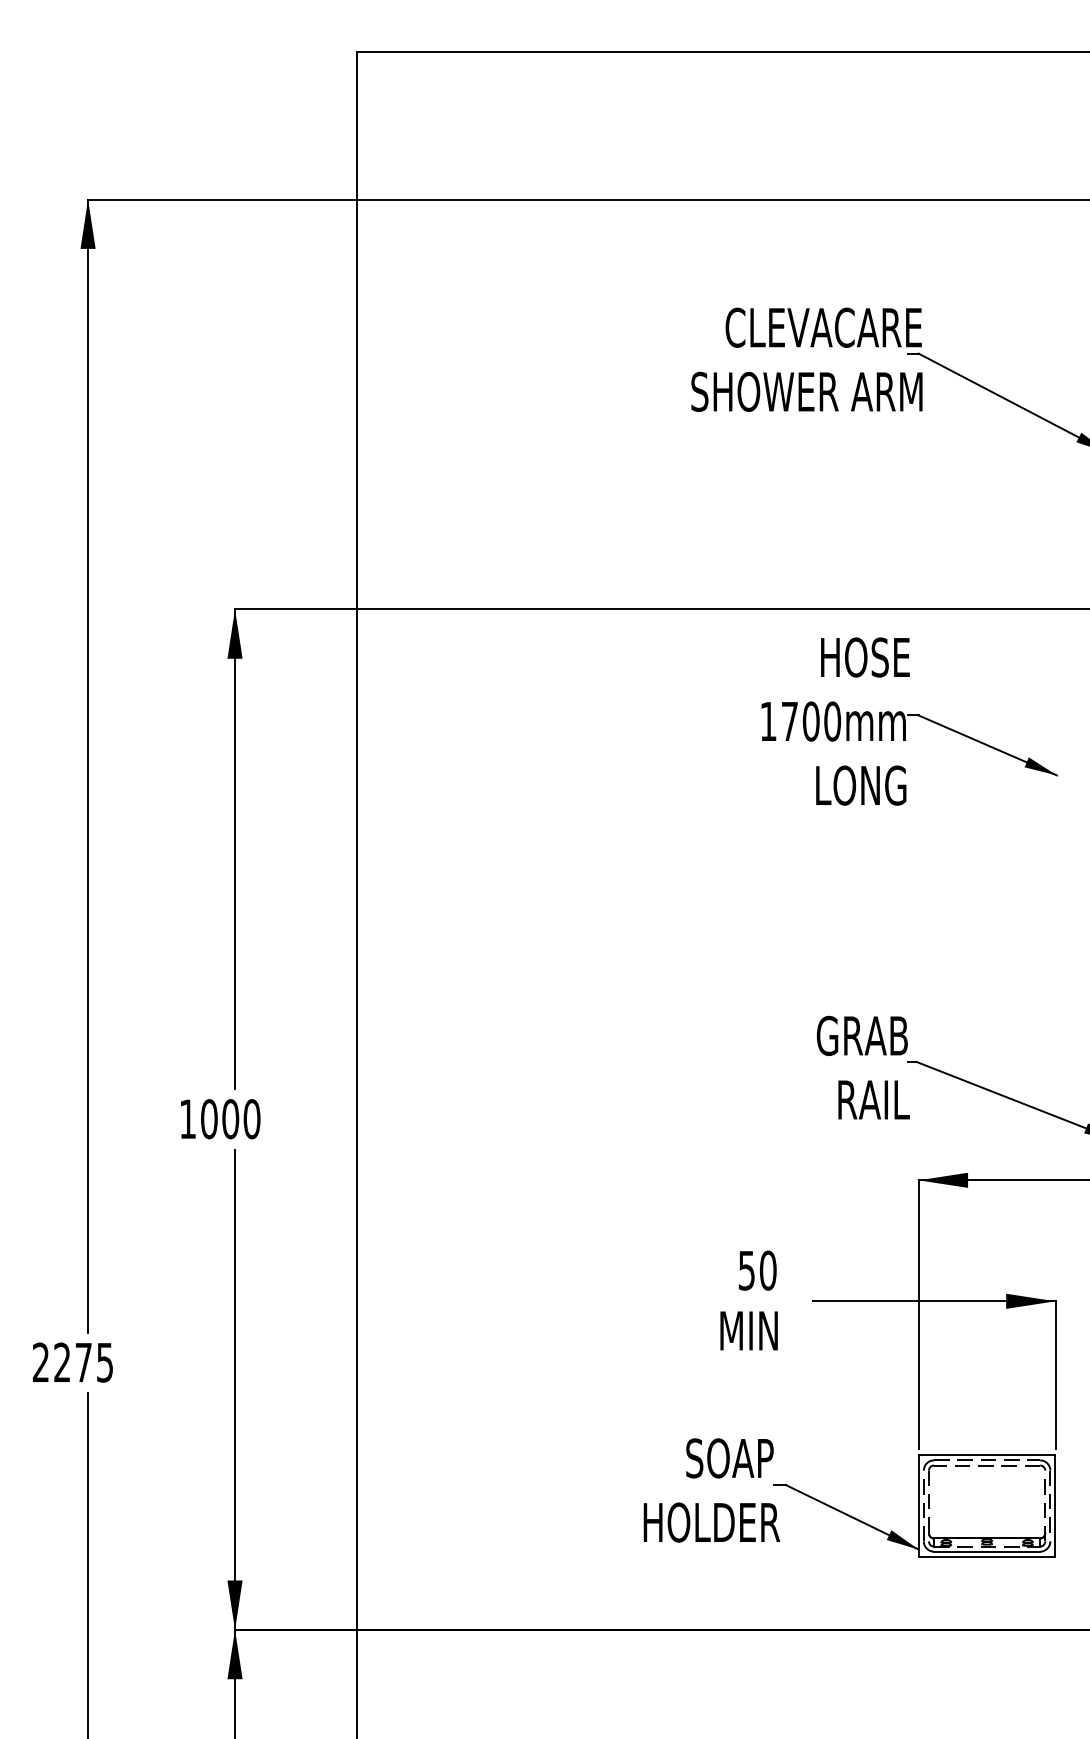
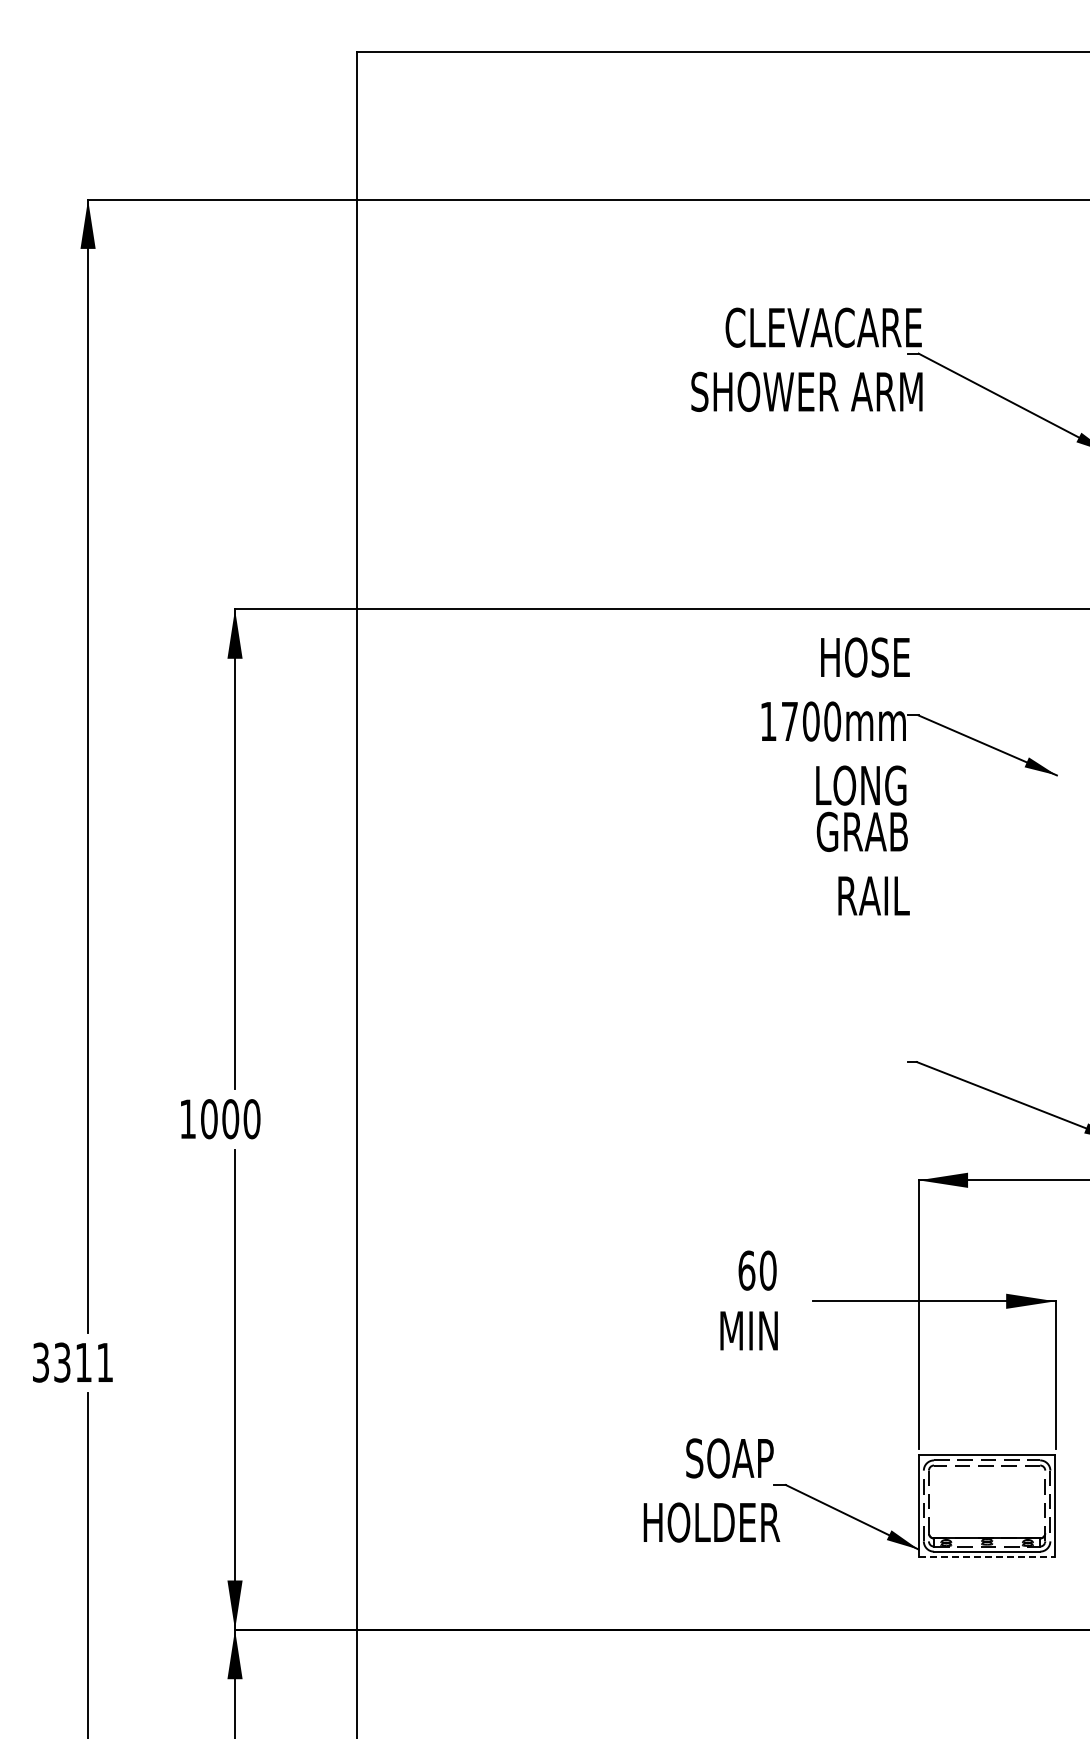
text at (862, 1067) position: (862, 1067) -> (862, 863)
text at (746, 1270): 50 -> 60
text at (72, 1362): 2275 -> 3311
line at (987, 1557): solid -> dashed
